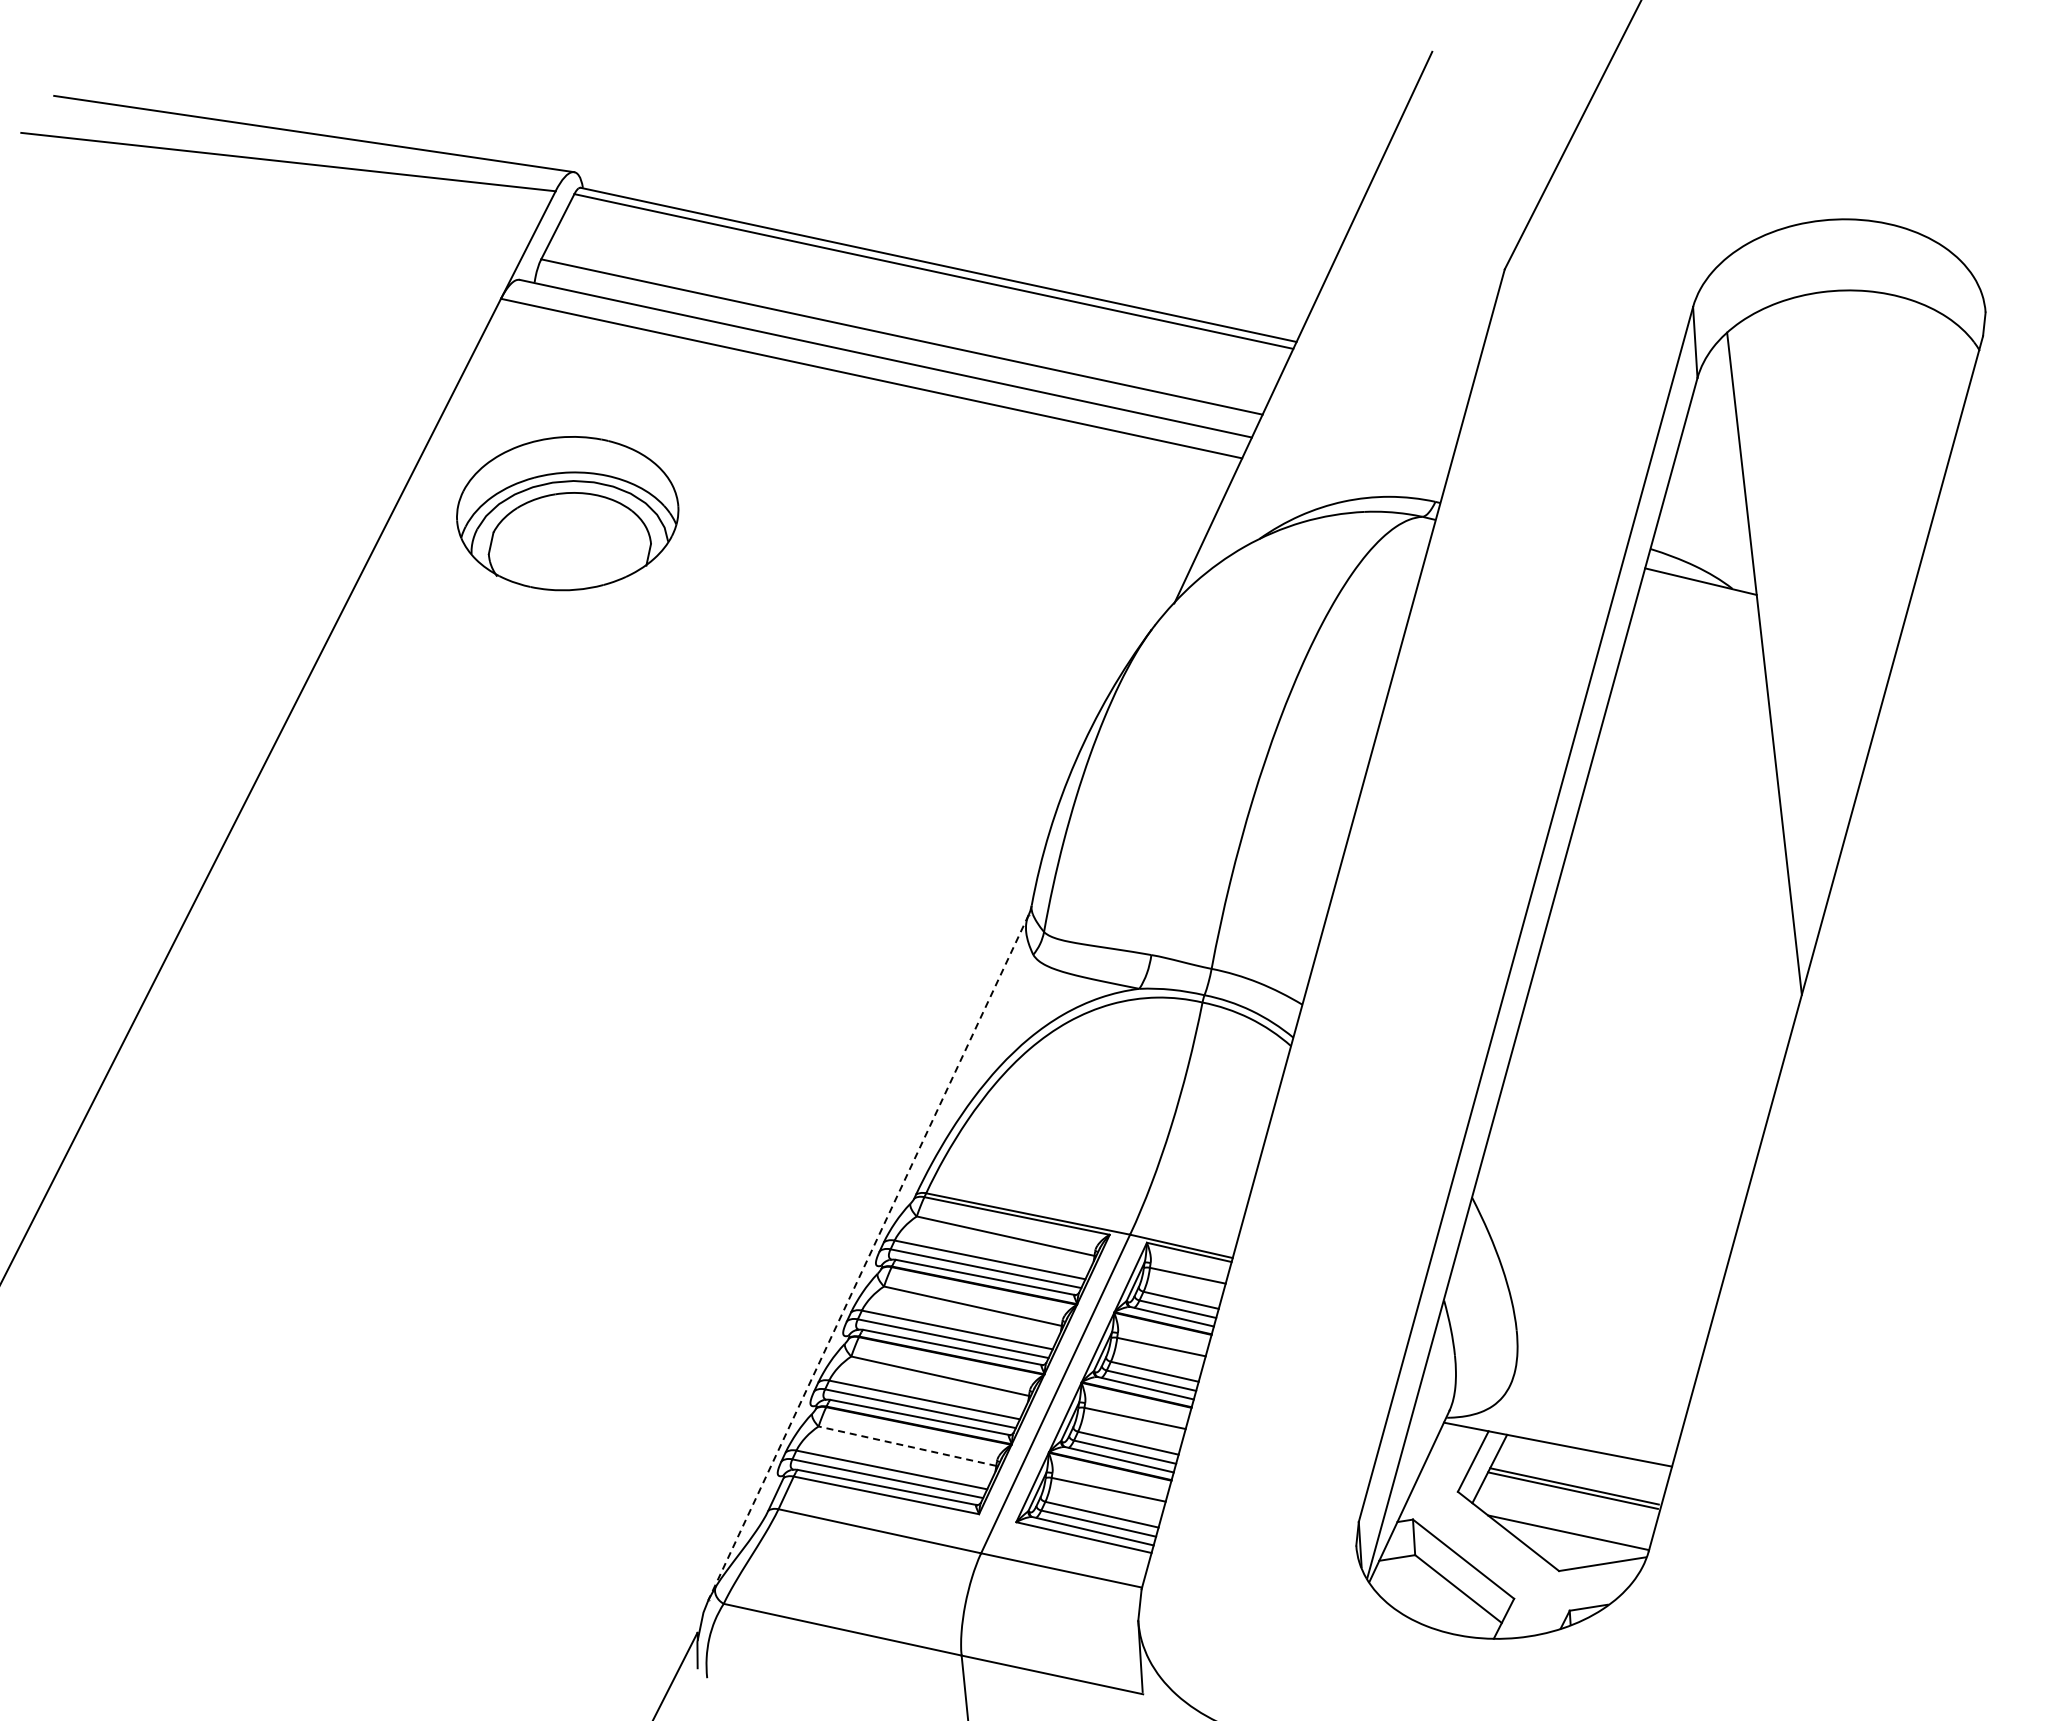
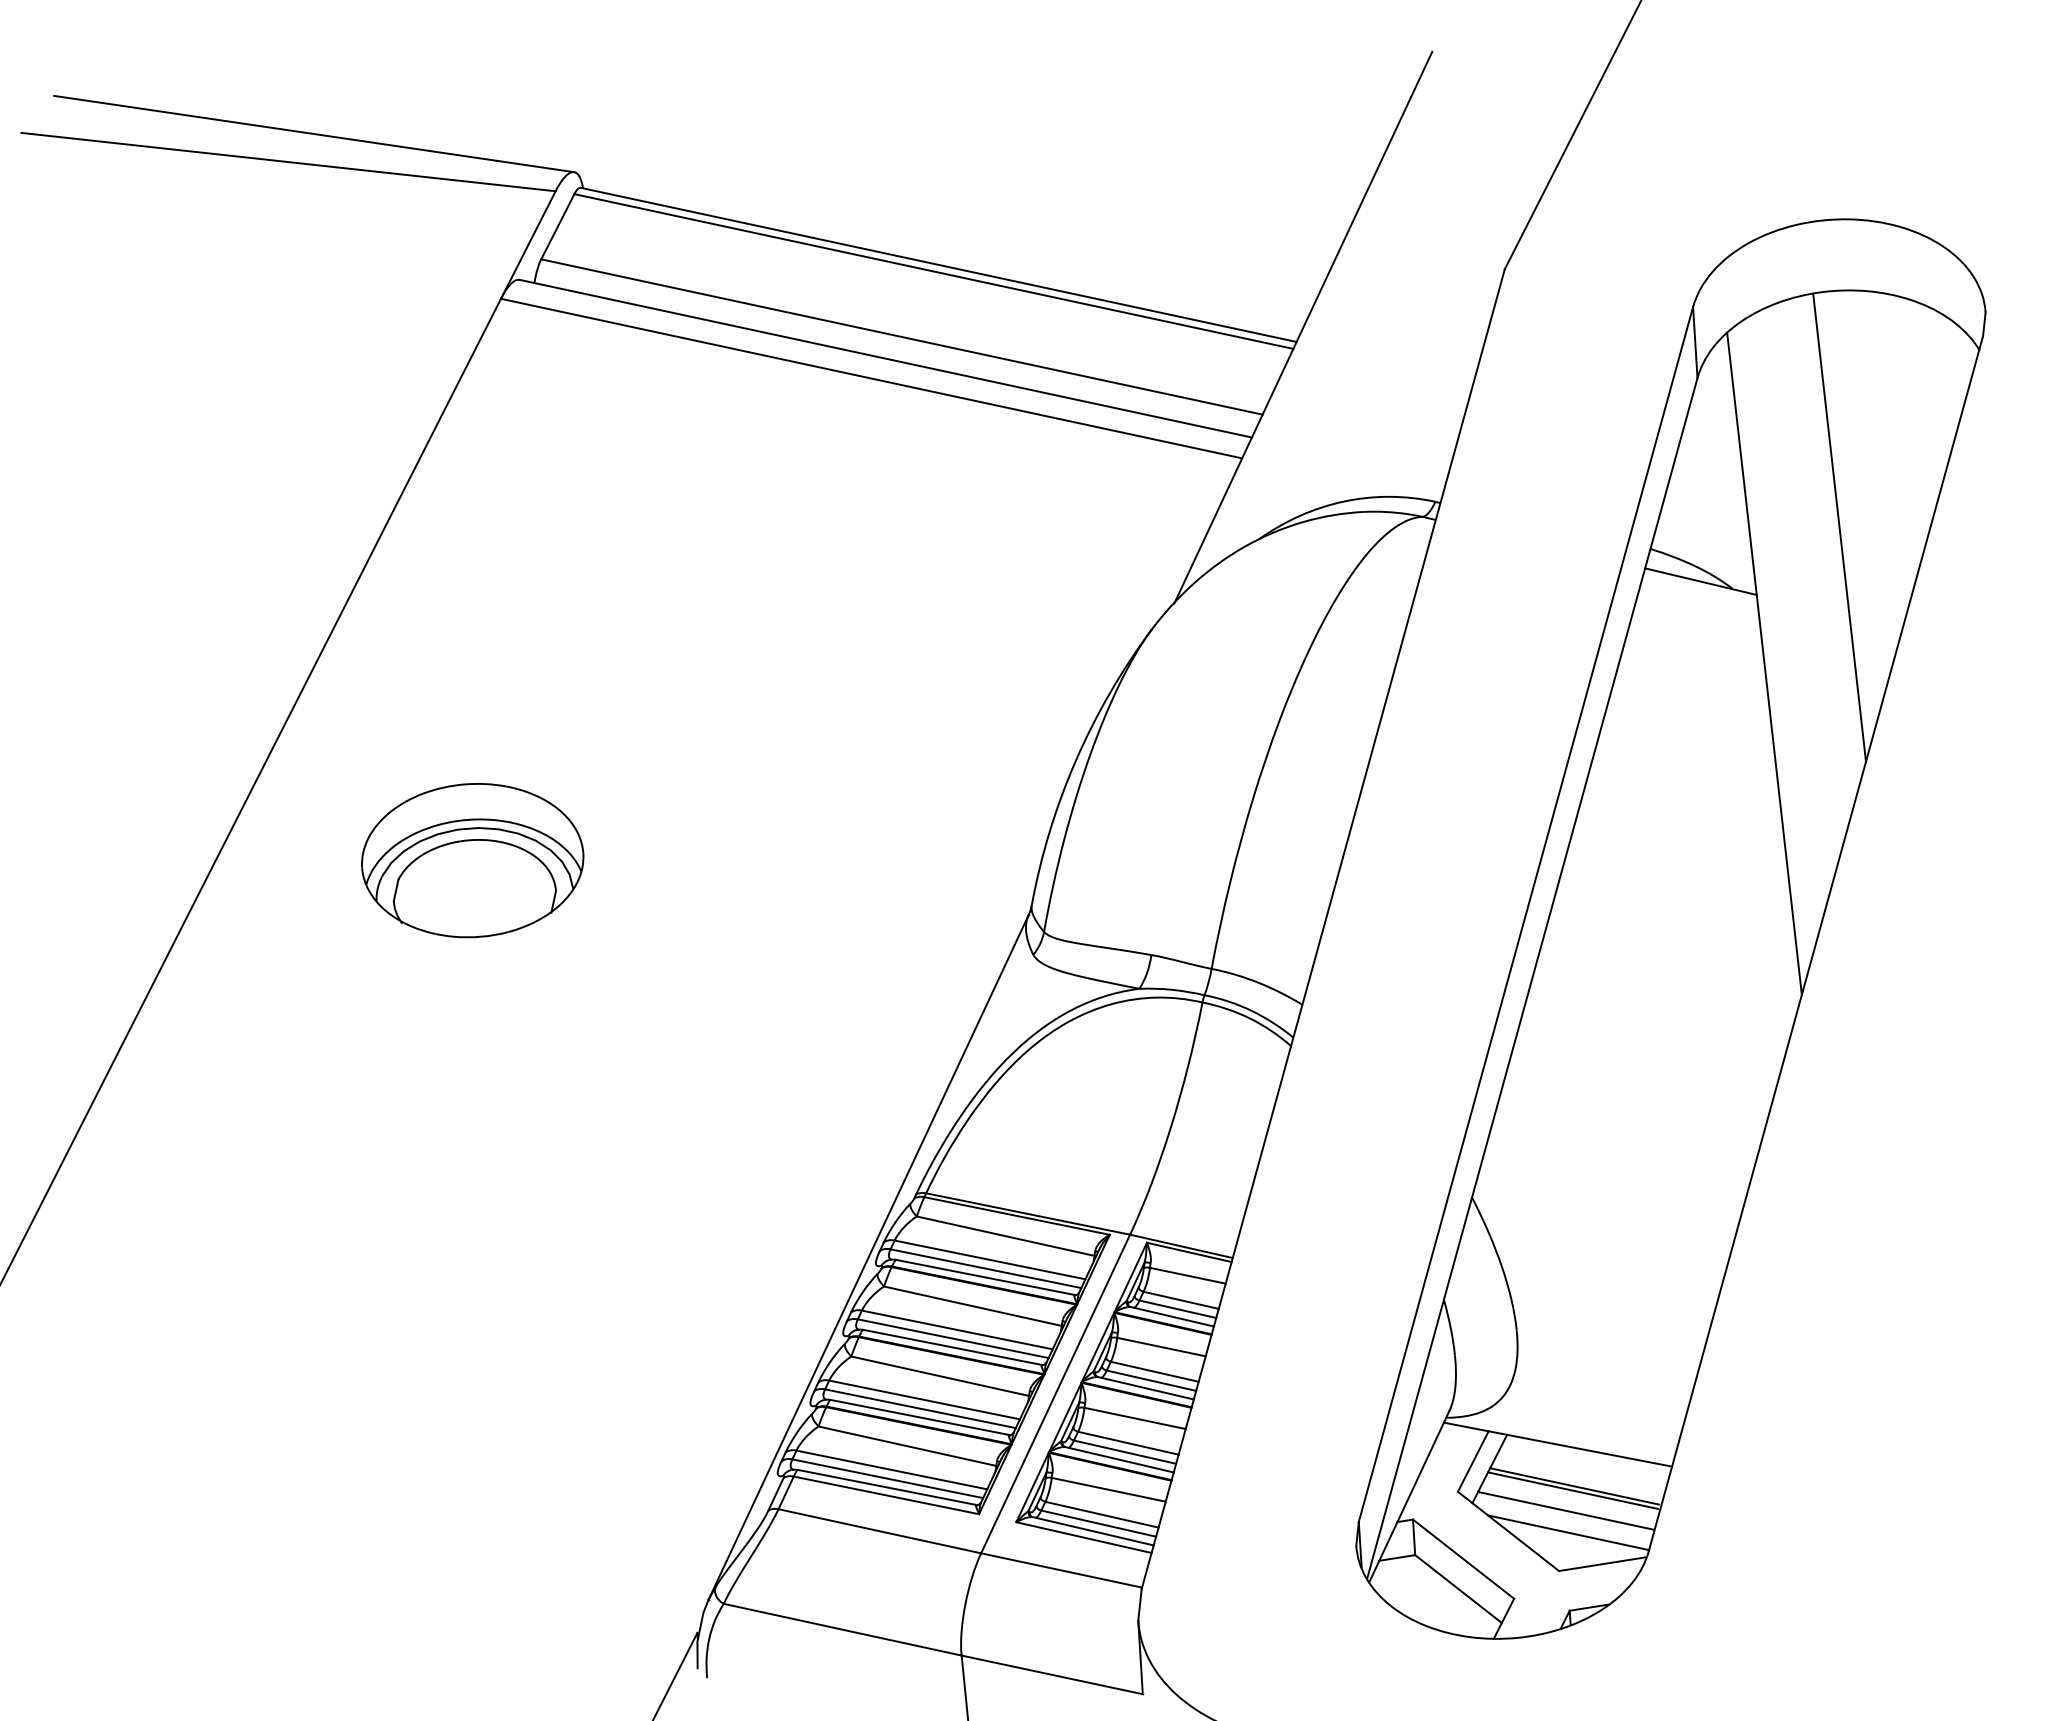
part at (567, 513) position: (567, 513) -> (472, 860)
line at (1839, 527): none -> present
line at (868, 1257): dashed -> solid
line at (906, 1446): dashed -> solid
line at (1565, 1510): none -> present
